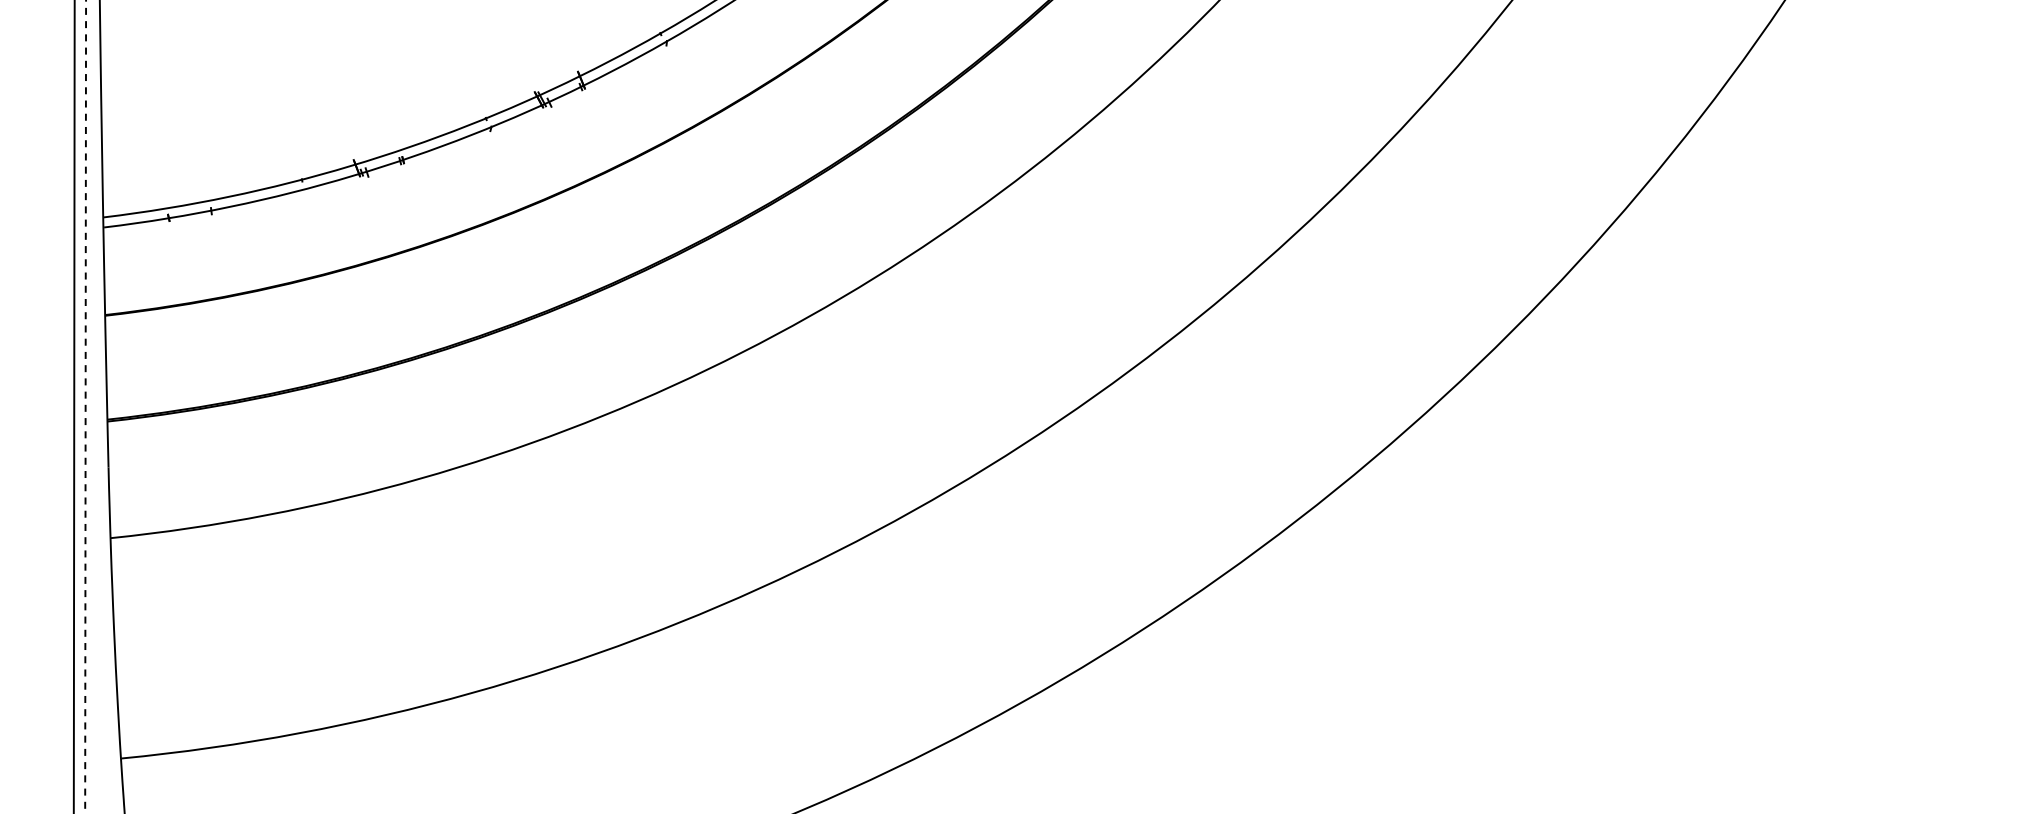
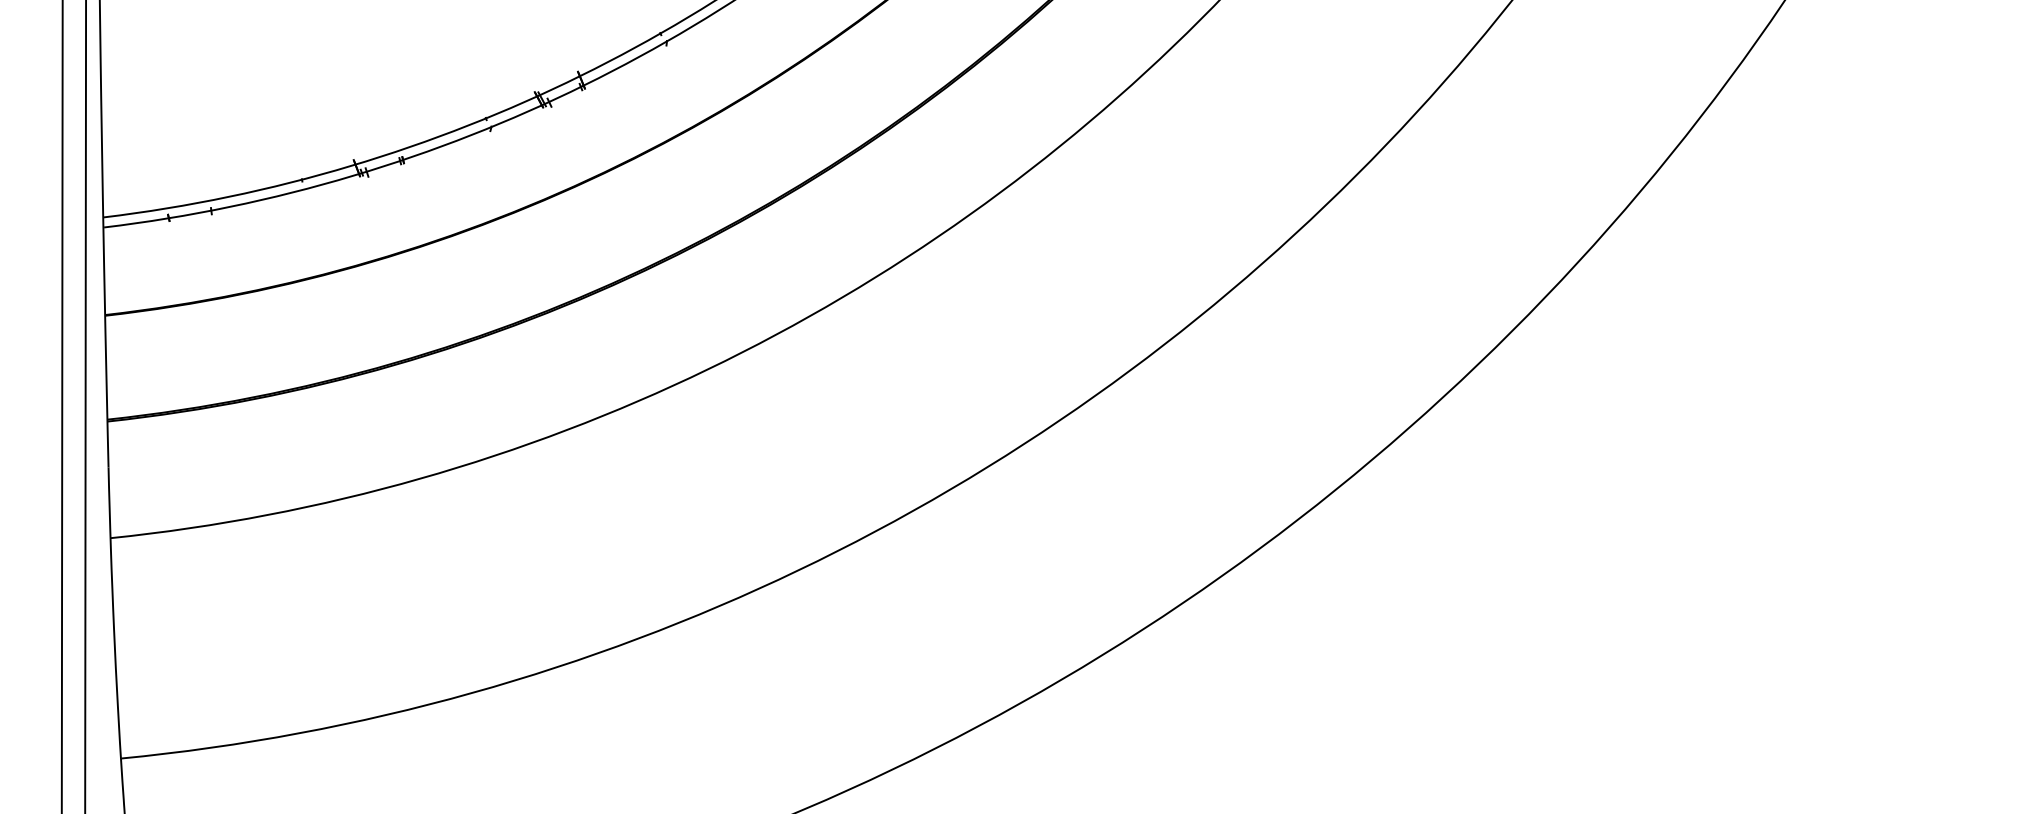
line at (73, 406) position: (73, 406) -> (61, 406)
line at (85, 407): dashed -> solid
